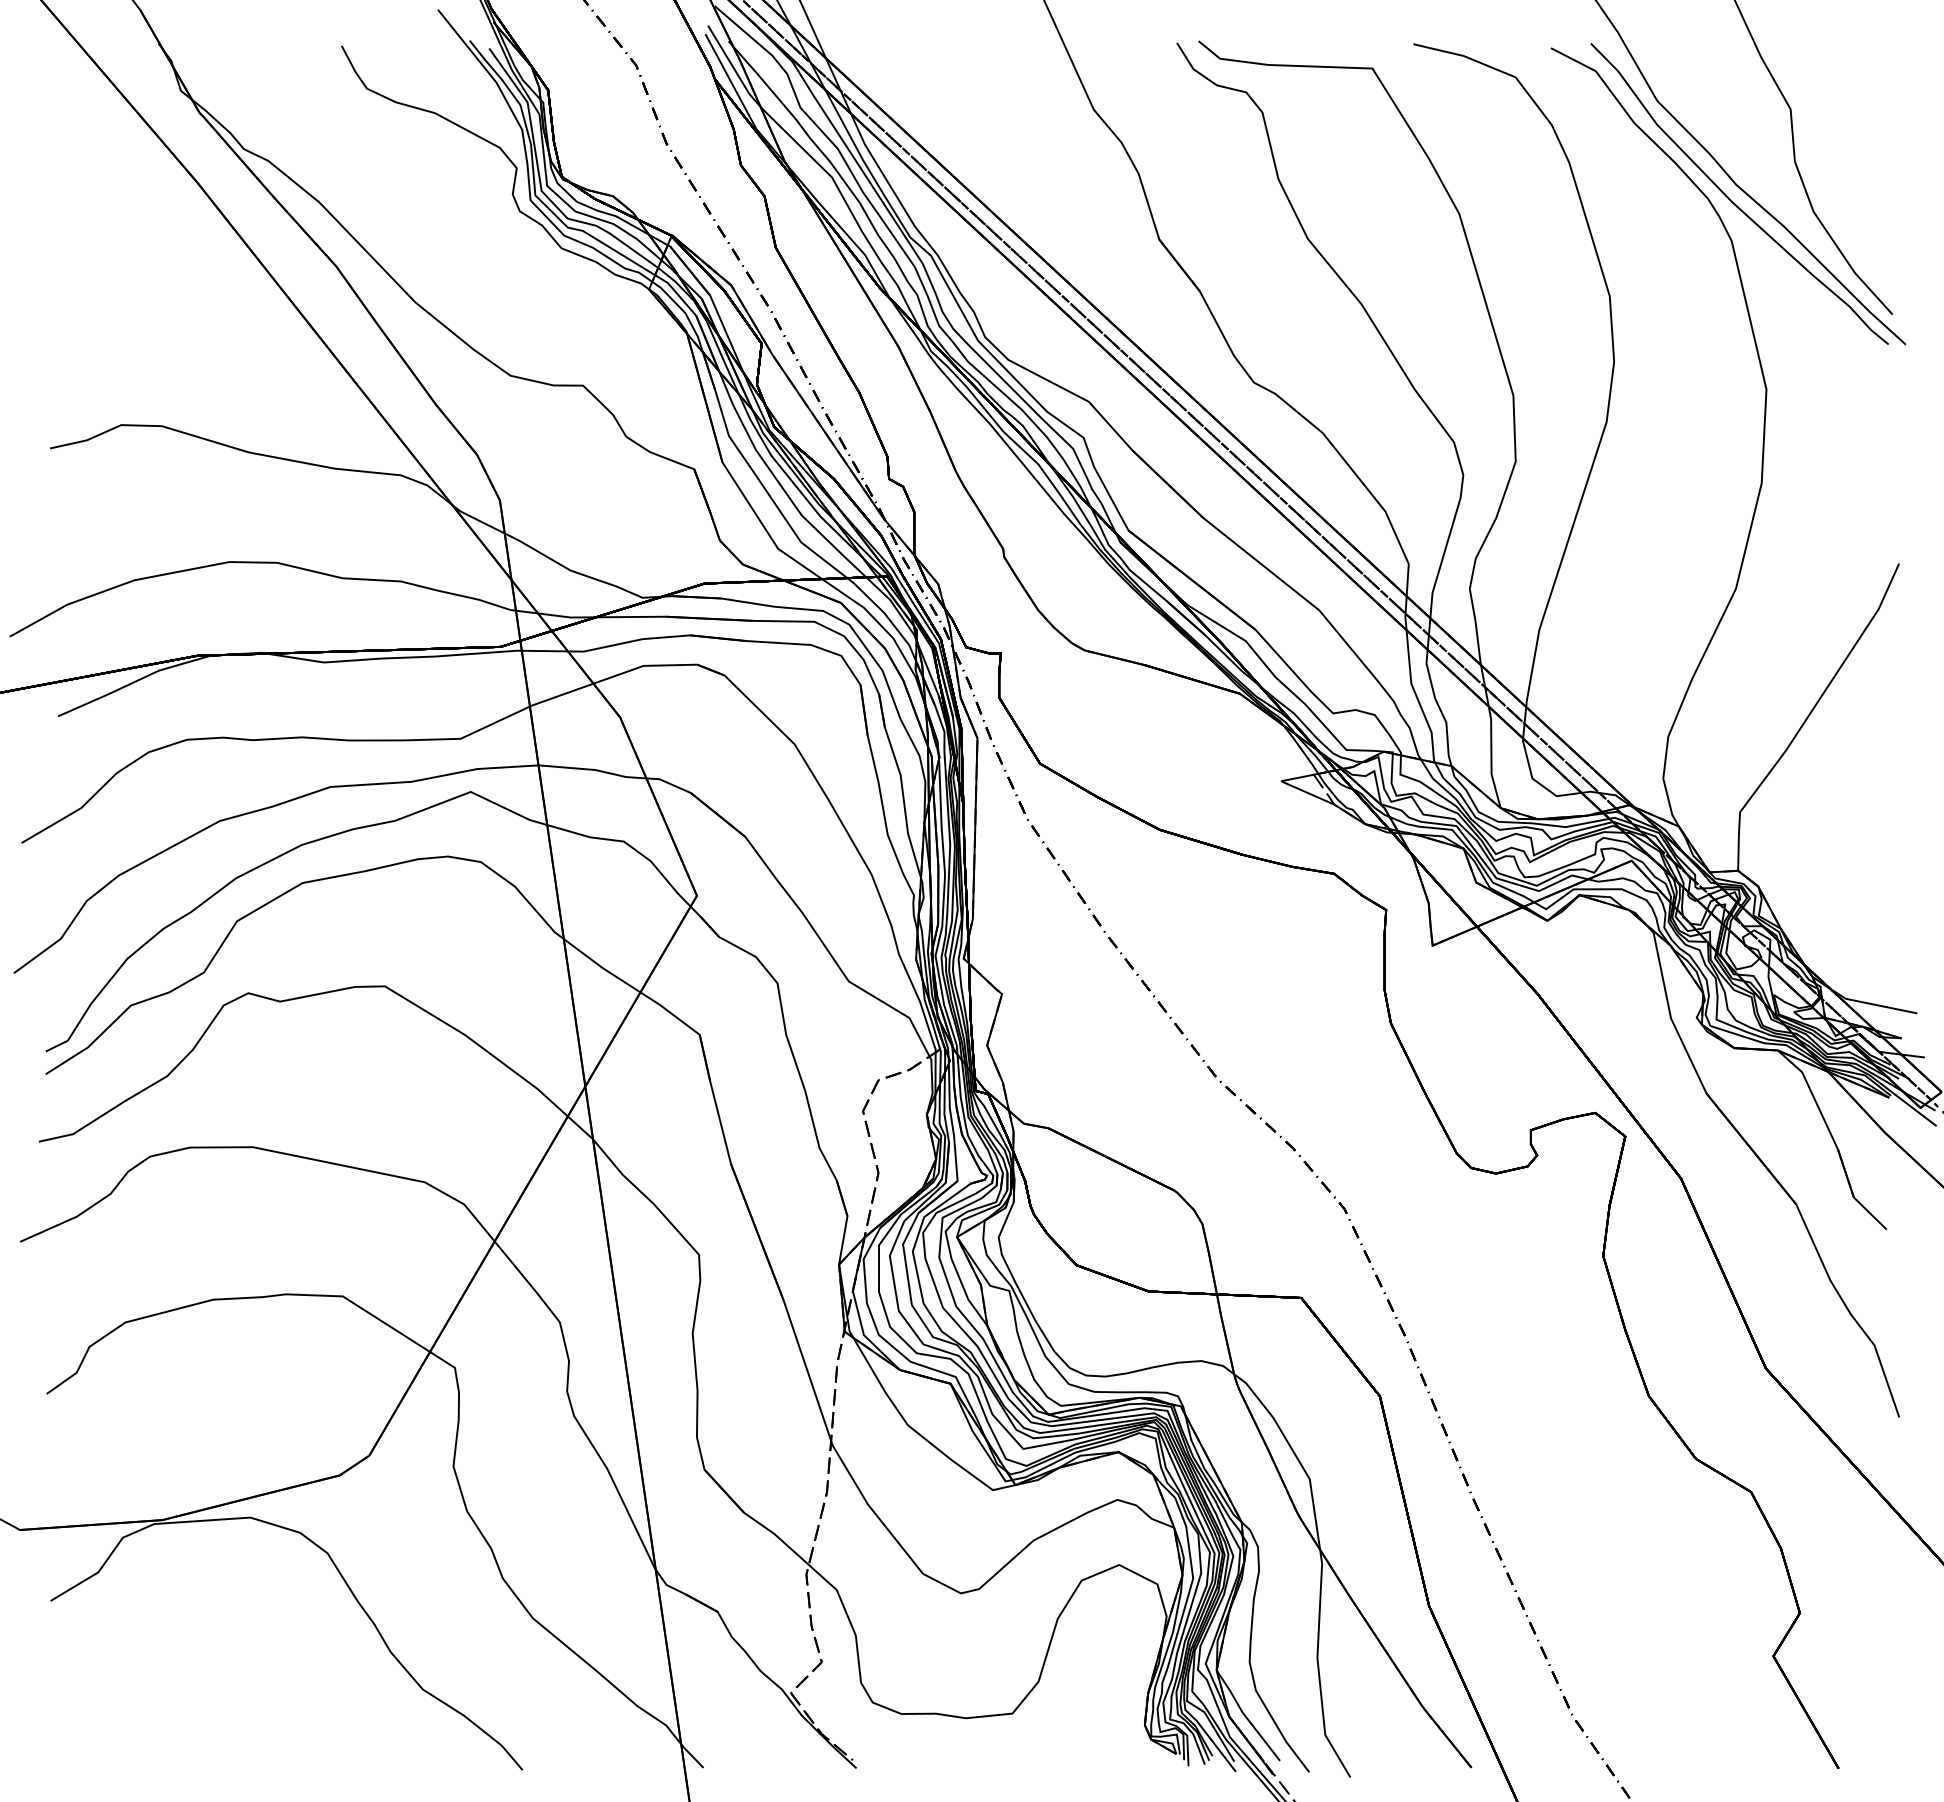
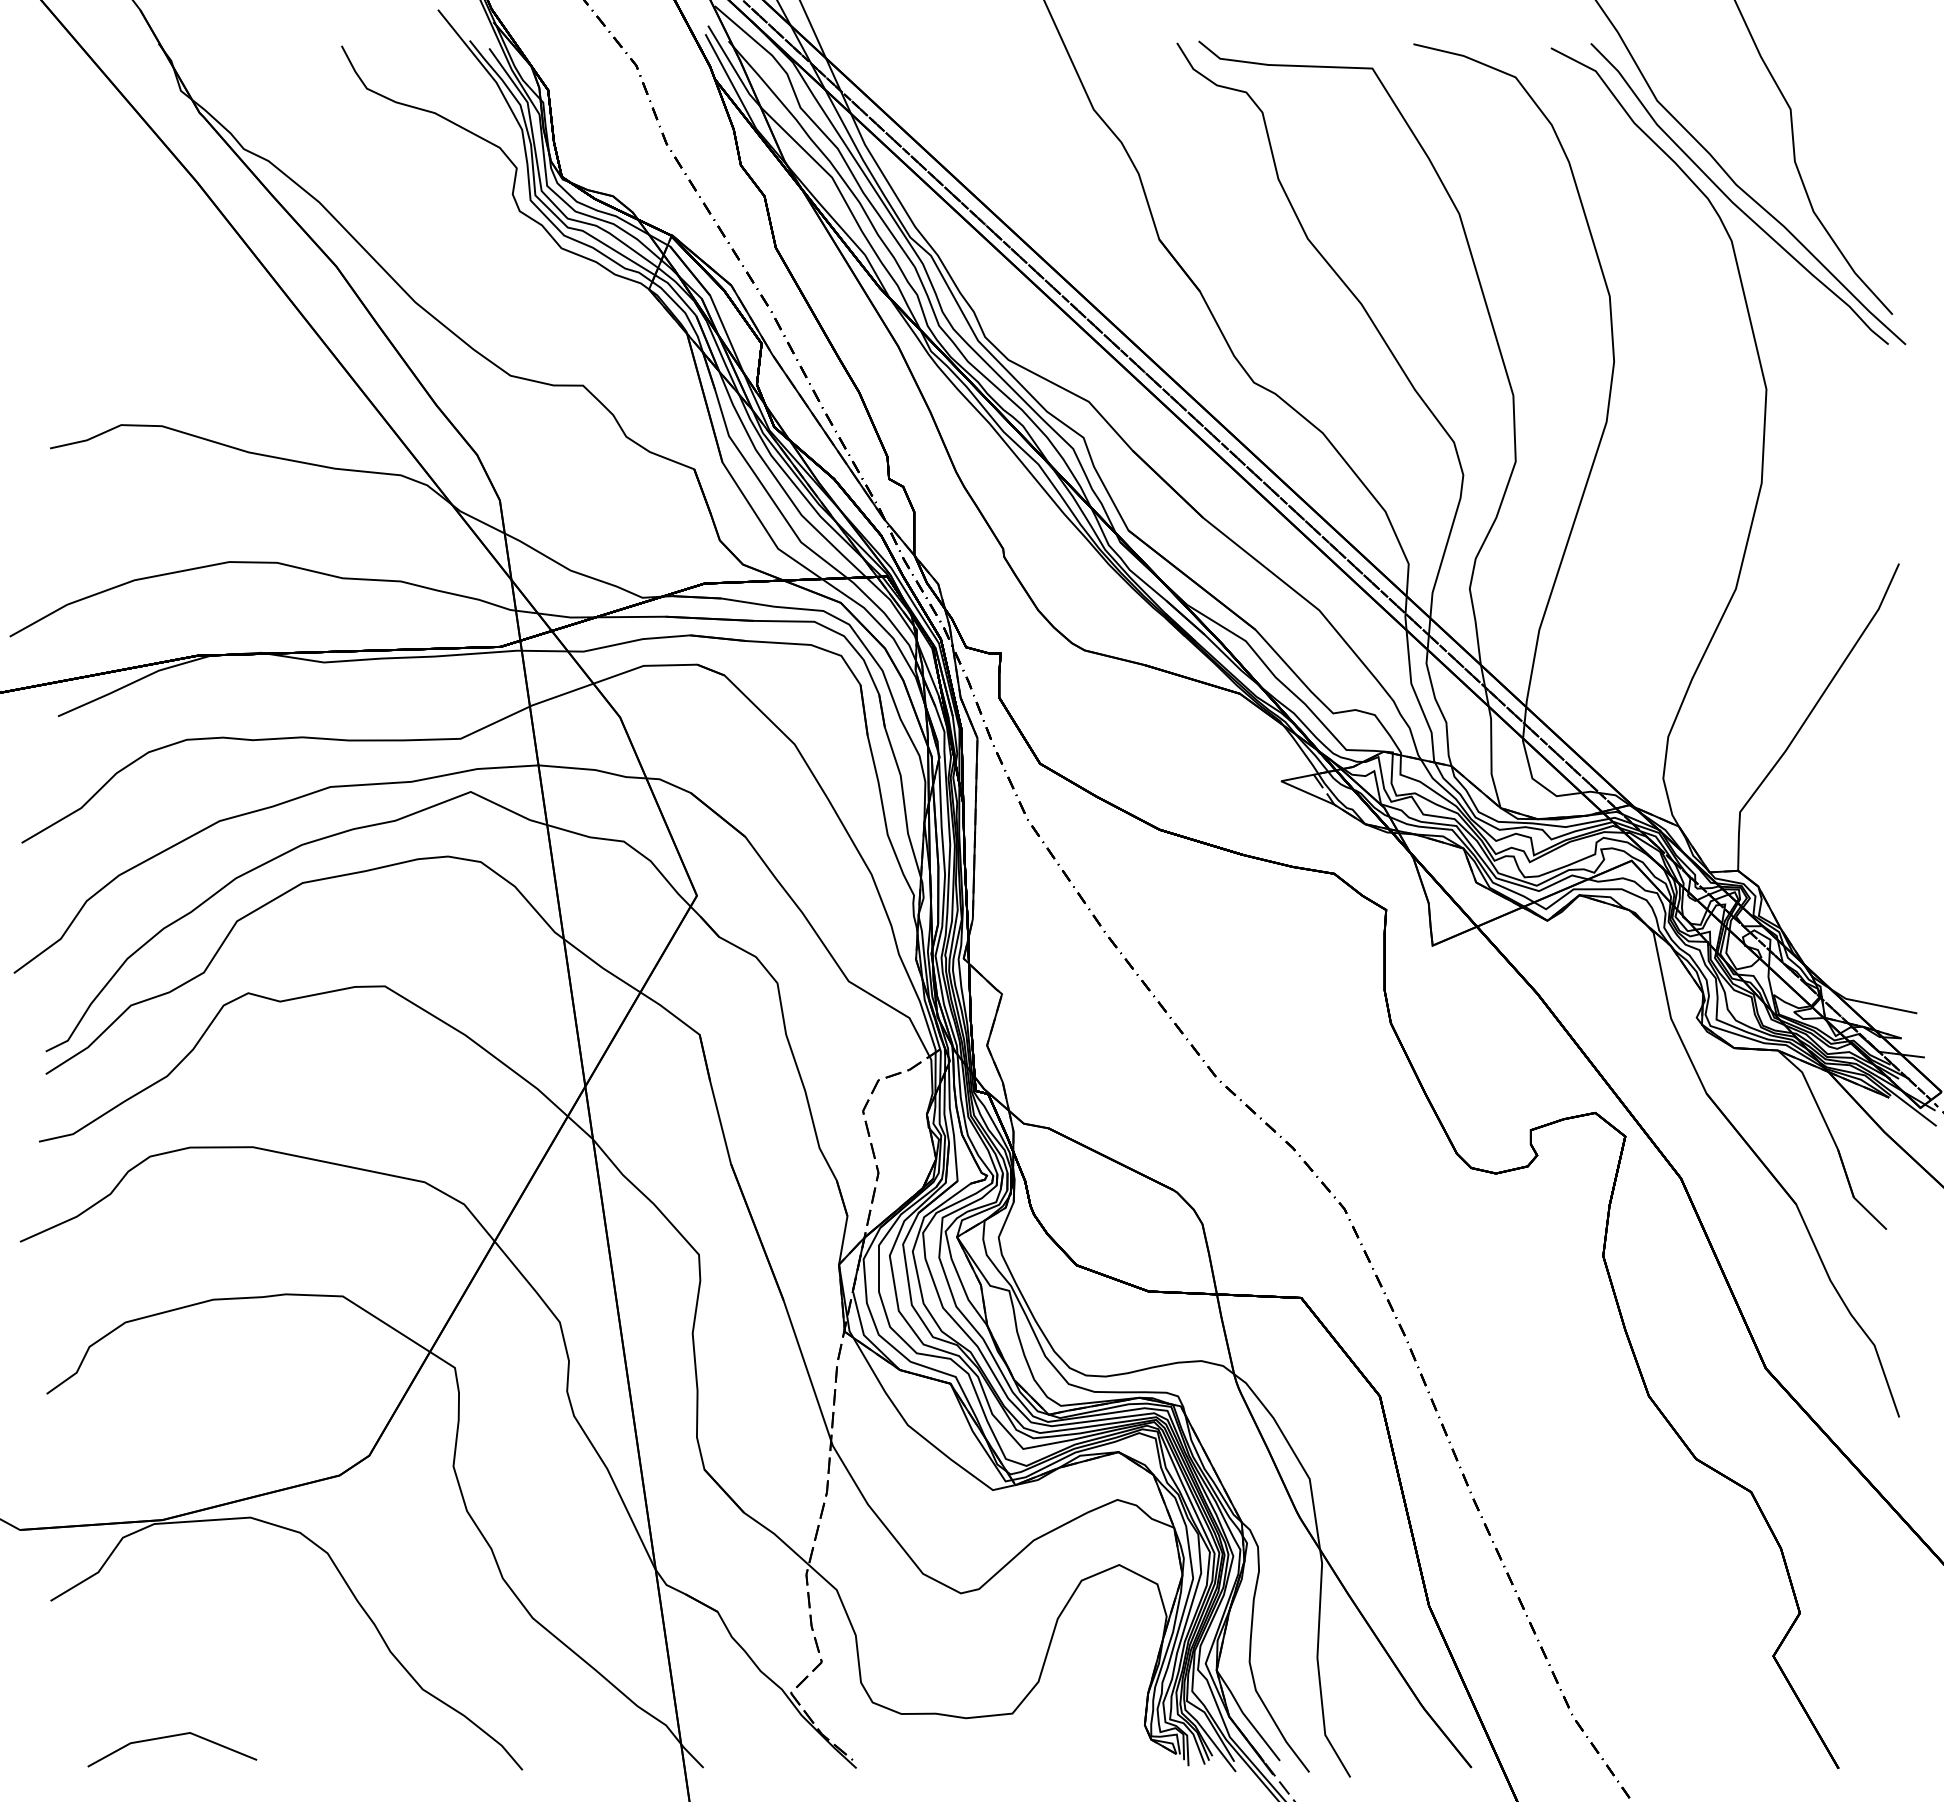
line at (171, 1737): none -> present
